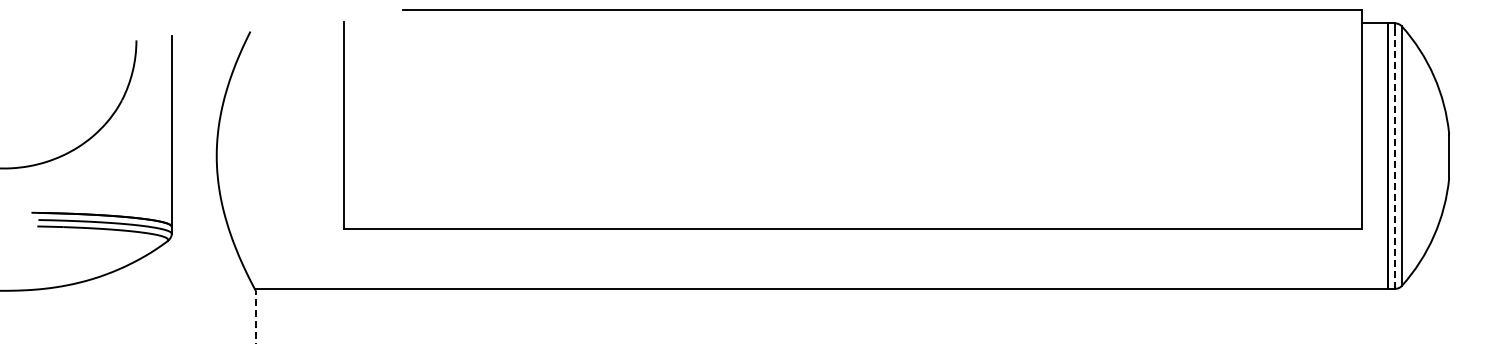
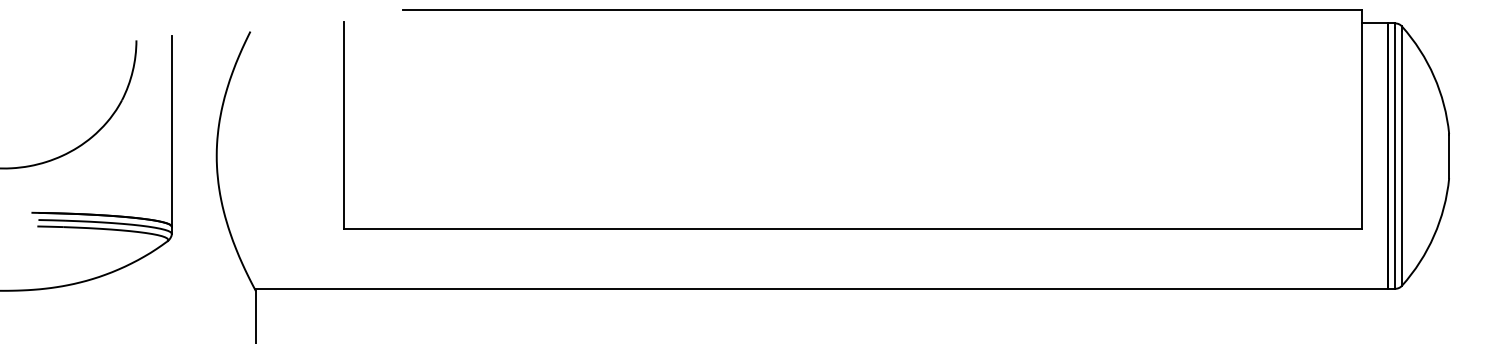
line at (1395, 157): dashed -> solid
line at (255, 316): dashed -> solid
